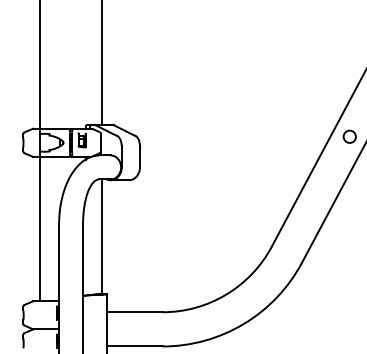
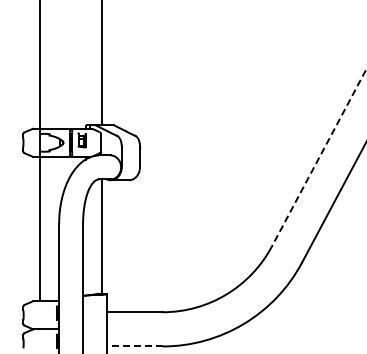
circle at (349, 136): present -> none
line at (319, 157): solid -> dashed
line at (134, 346): solid -> dashed
